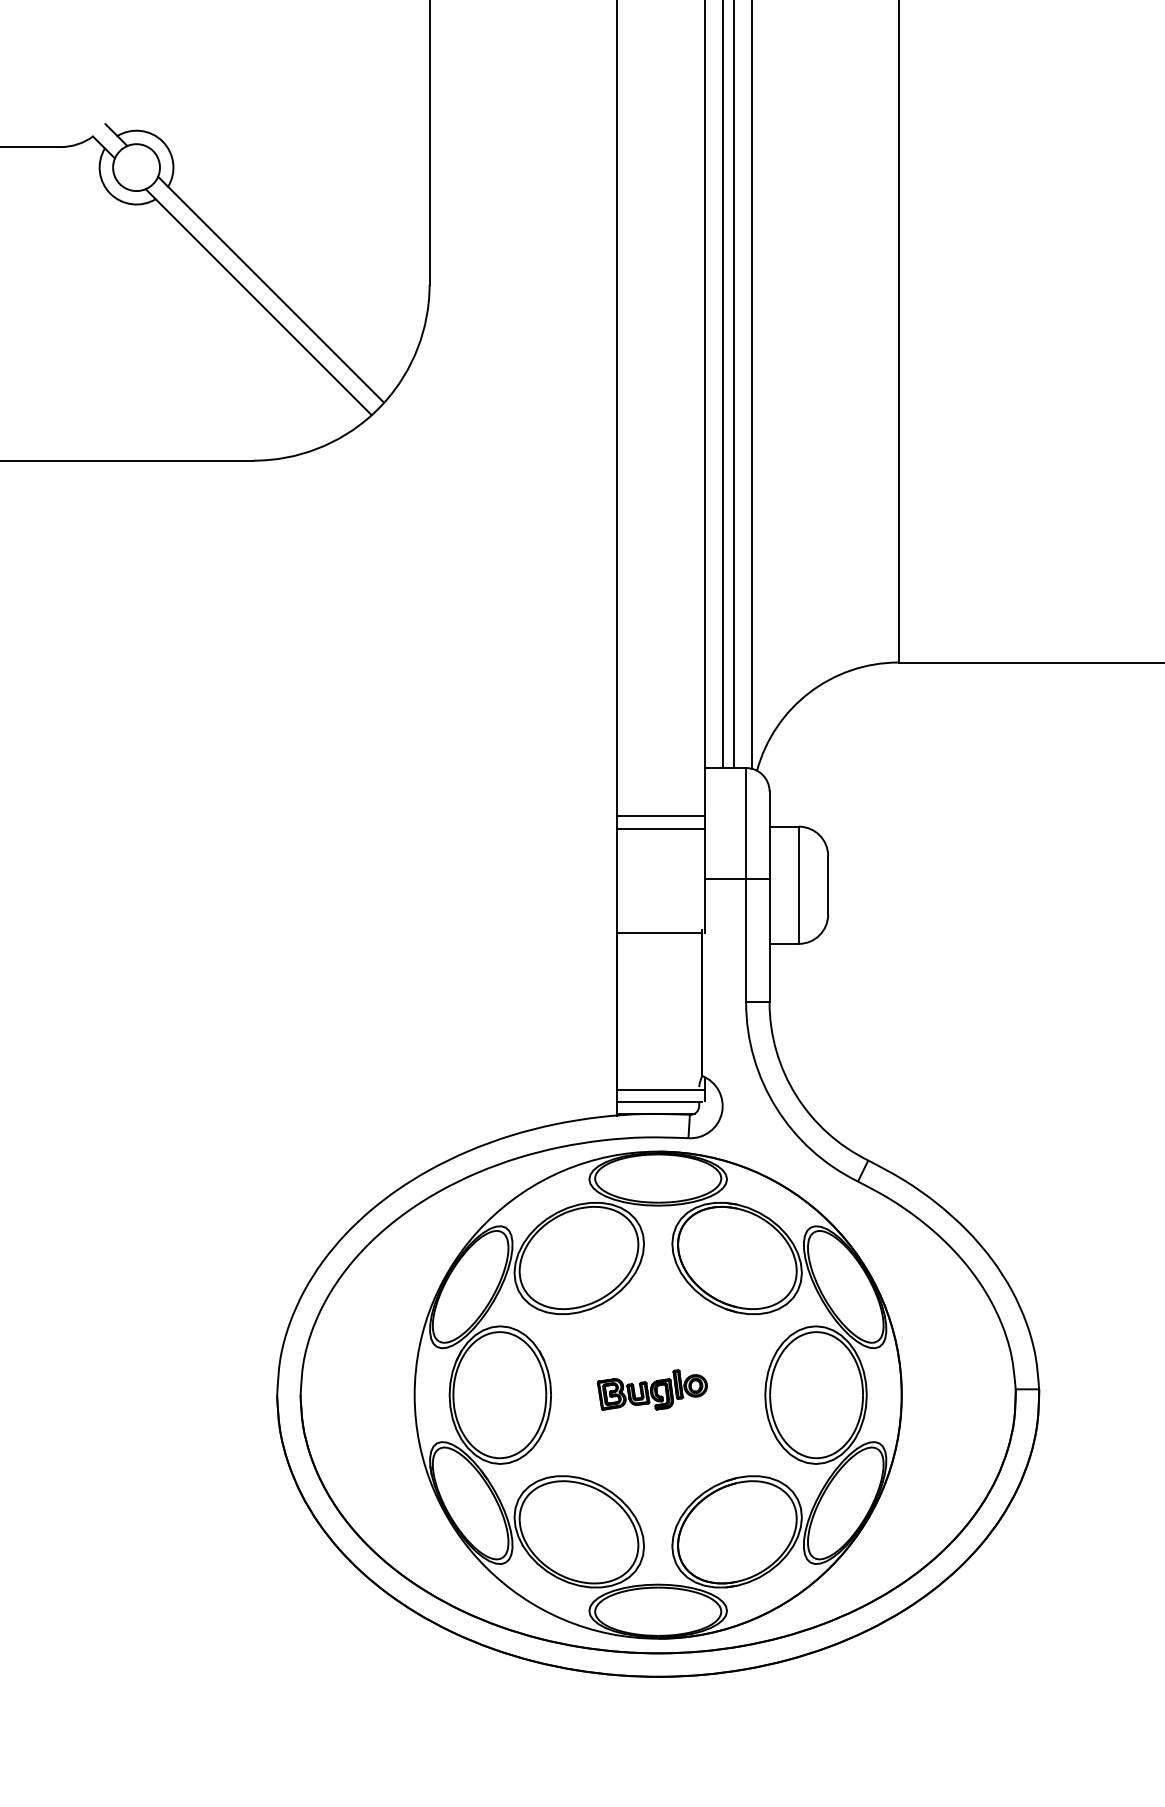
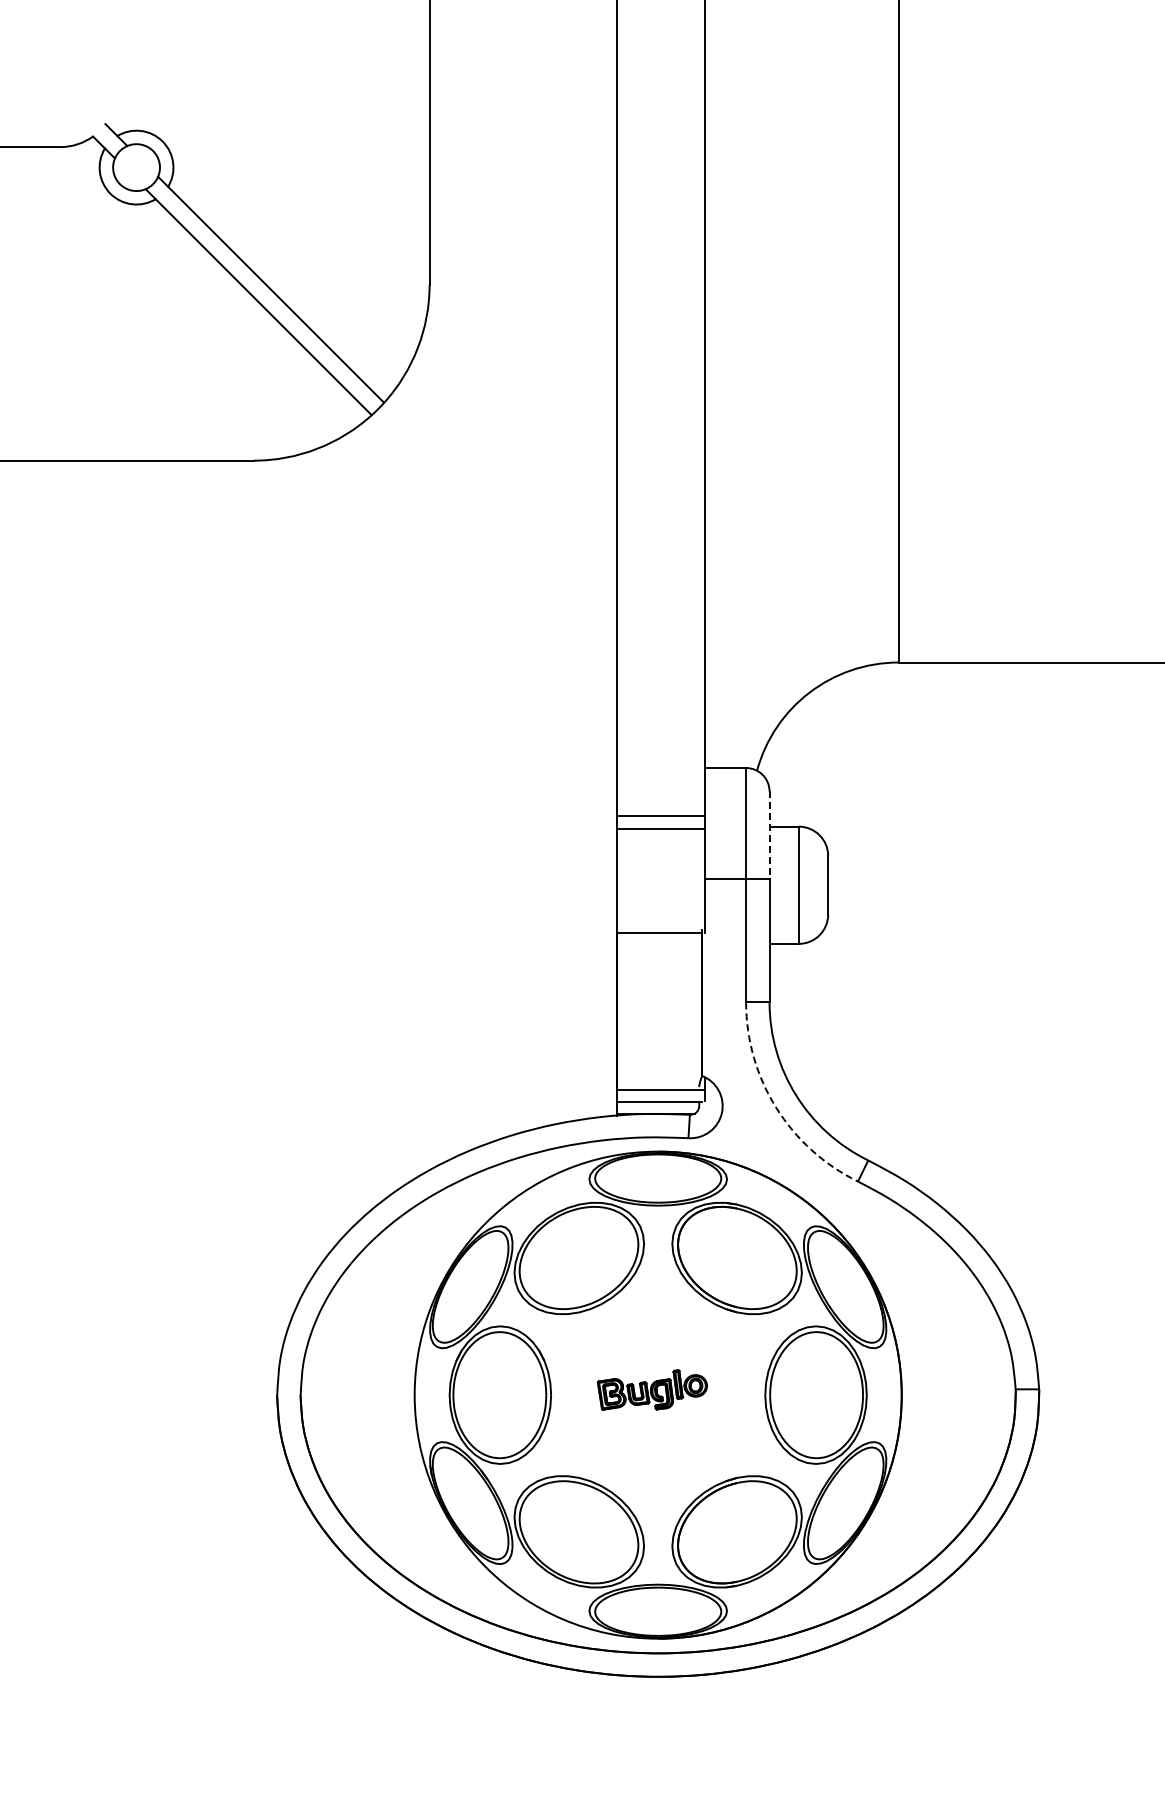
line at (722, 385): present -> none
line at (734, 385): present -> none
line at (751, 385): present -> none
line at (769, 835): solid -> dashed
arc at (776, 1108): solid -> dashed
